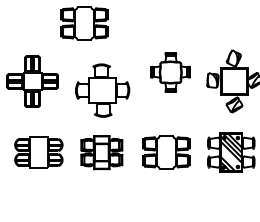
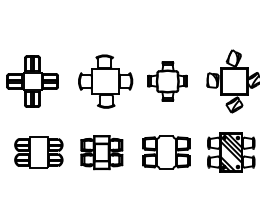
part at (84, 23): present -> none
part at (170, 72) position: (170, 72) -> (167, 81)
part at (102, 90) position: (102, 90) -> (105, 81)
